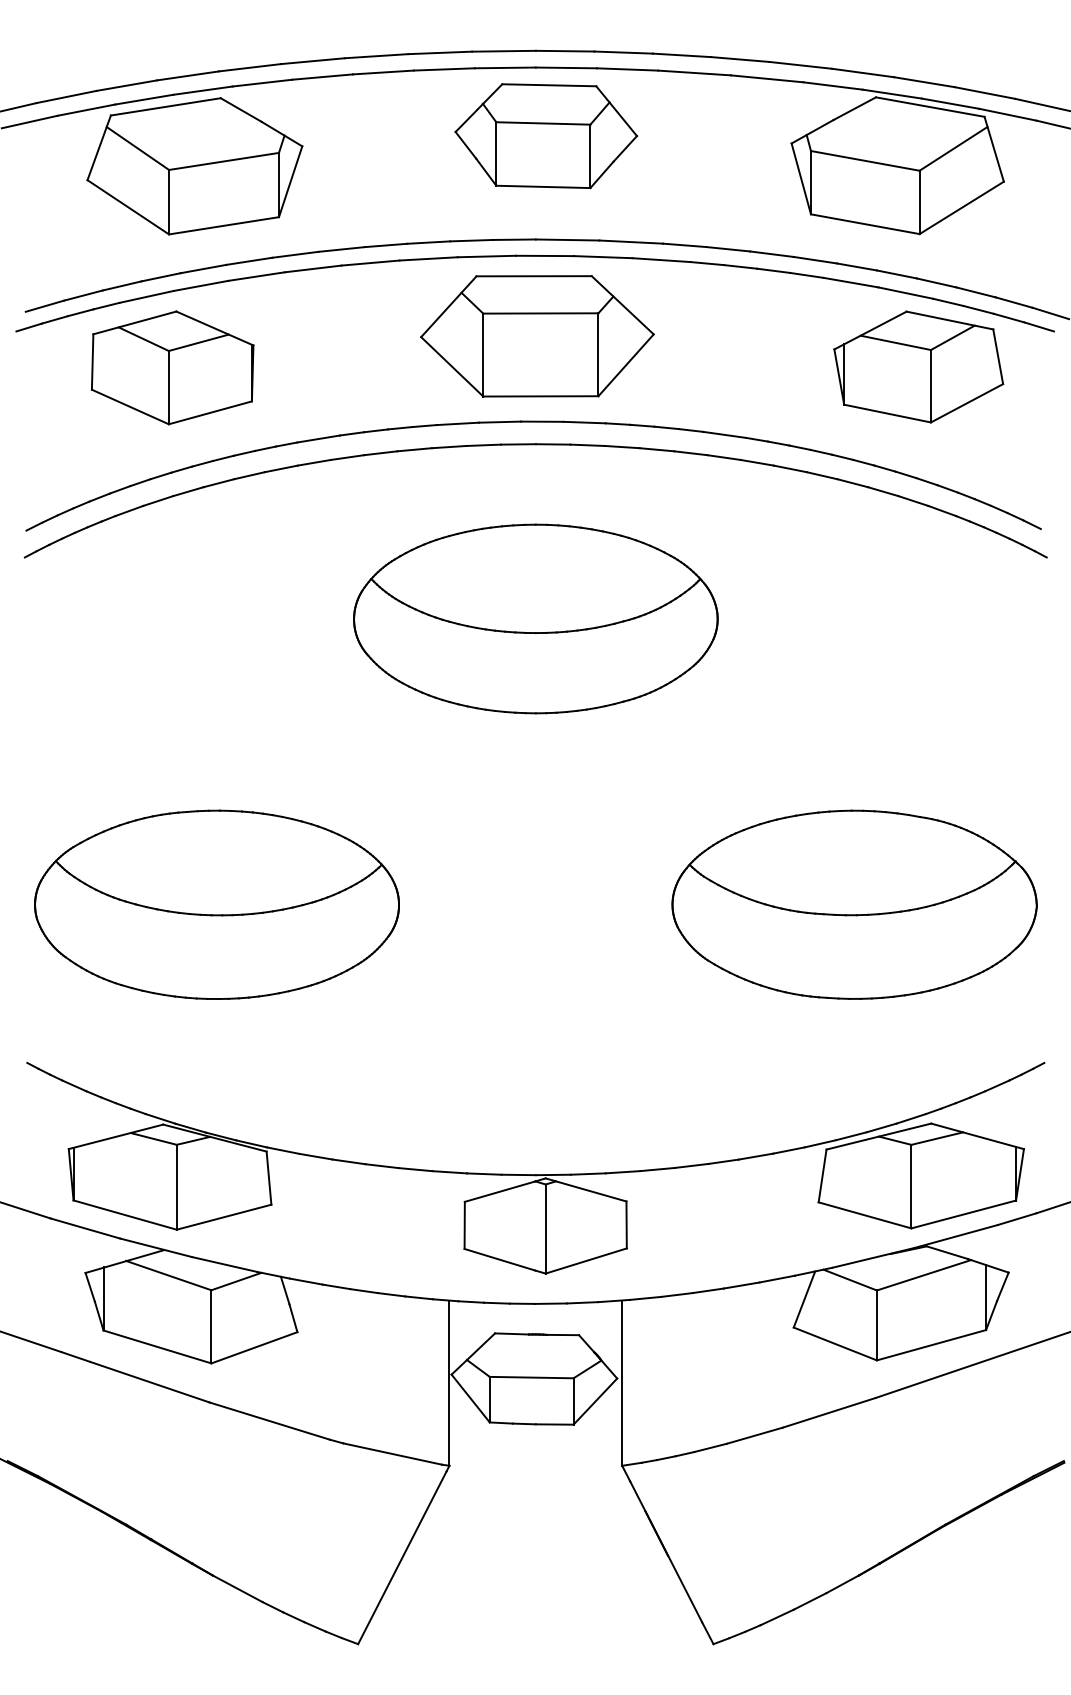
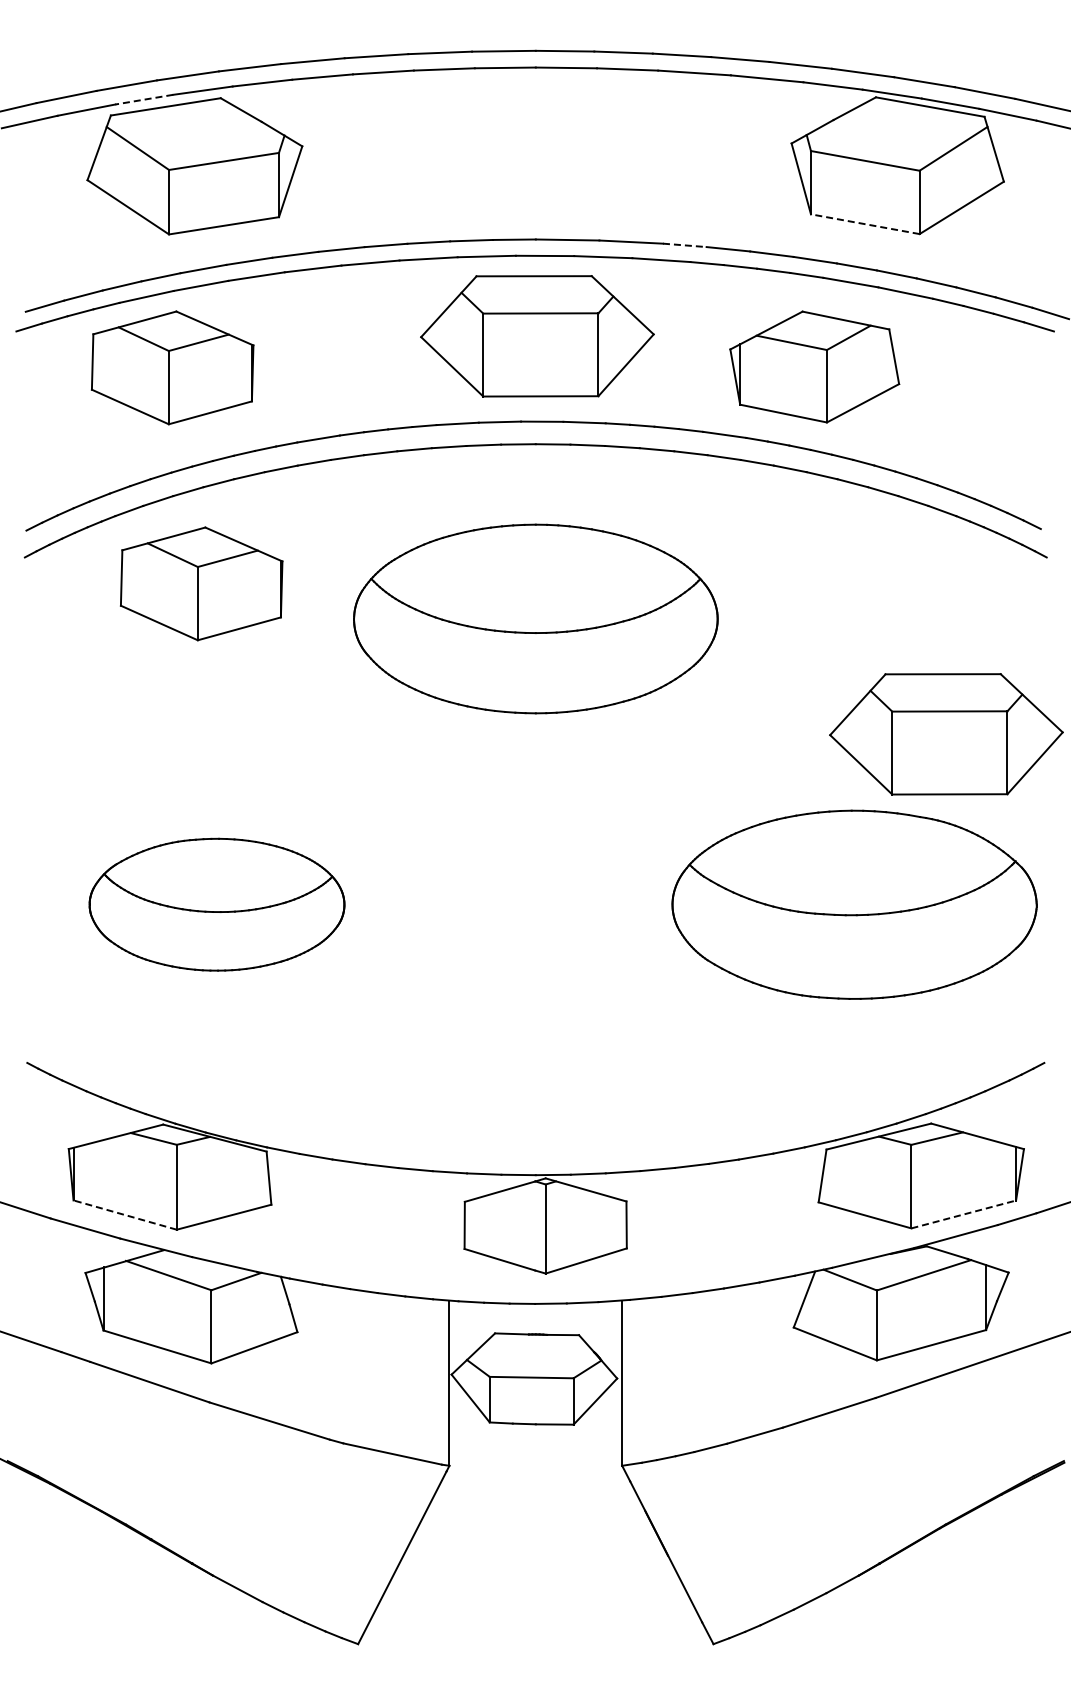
line at (143, 99): solid -> dashed
part at (546, 136): present -> none
line at (864, 224): solid -> dashed
line at (684, 245): solid -> dashed
part at (918, 366) position: (918, 366) -> (814, 366)
part at (201, 583): none -> present
part at (946, 734): none -> present
part at (216, 904) size: 366x191 px -> 258x135 px
line at (964, 1214): solid -> dashed
line at (125, 1215): solid -> dashed
